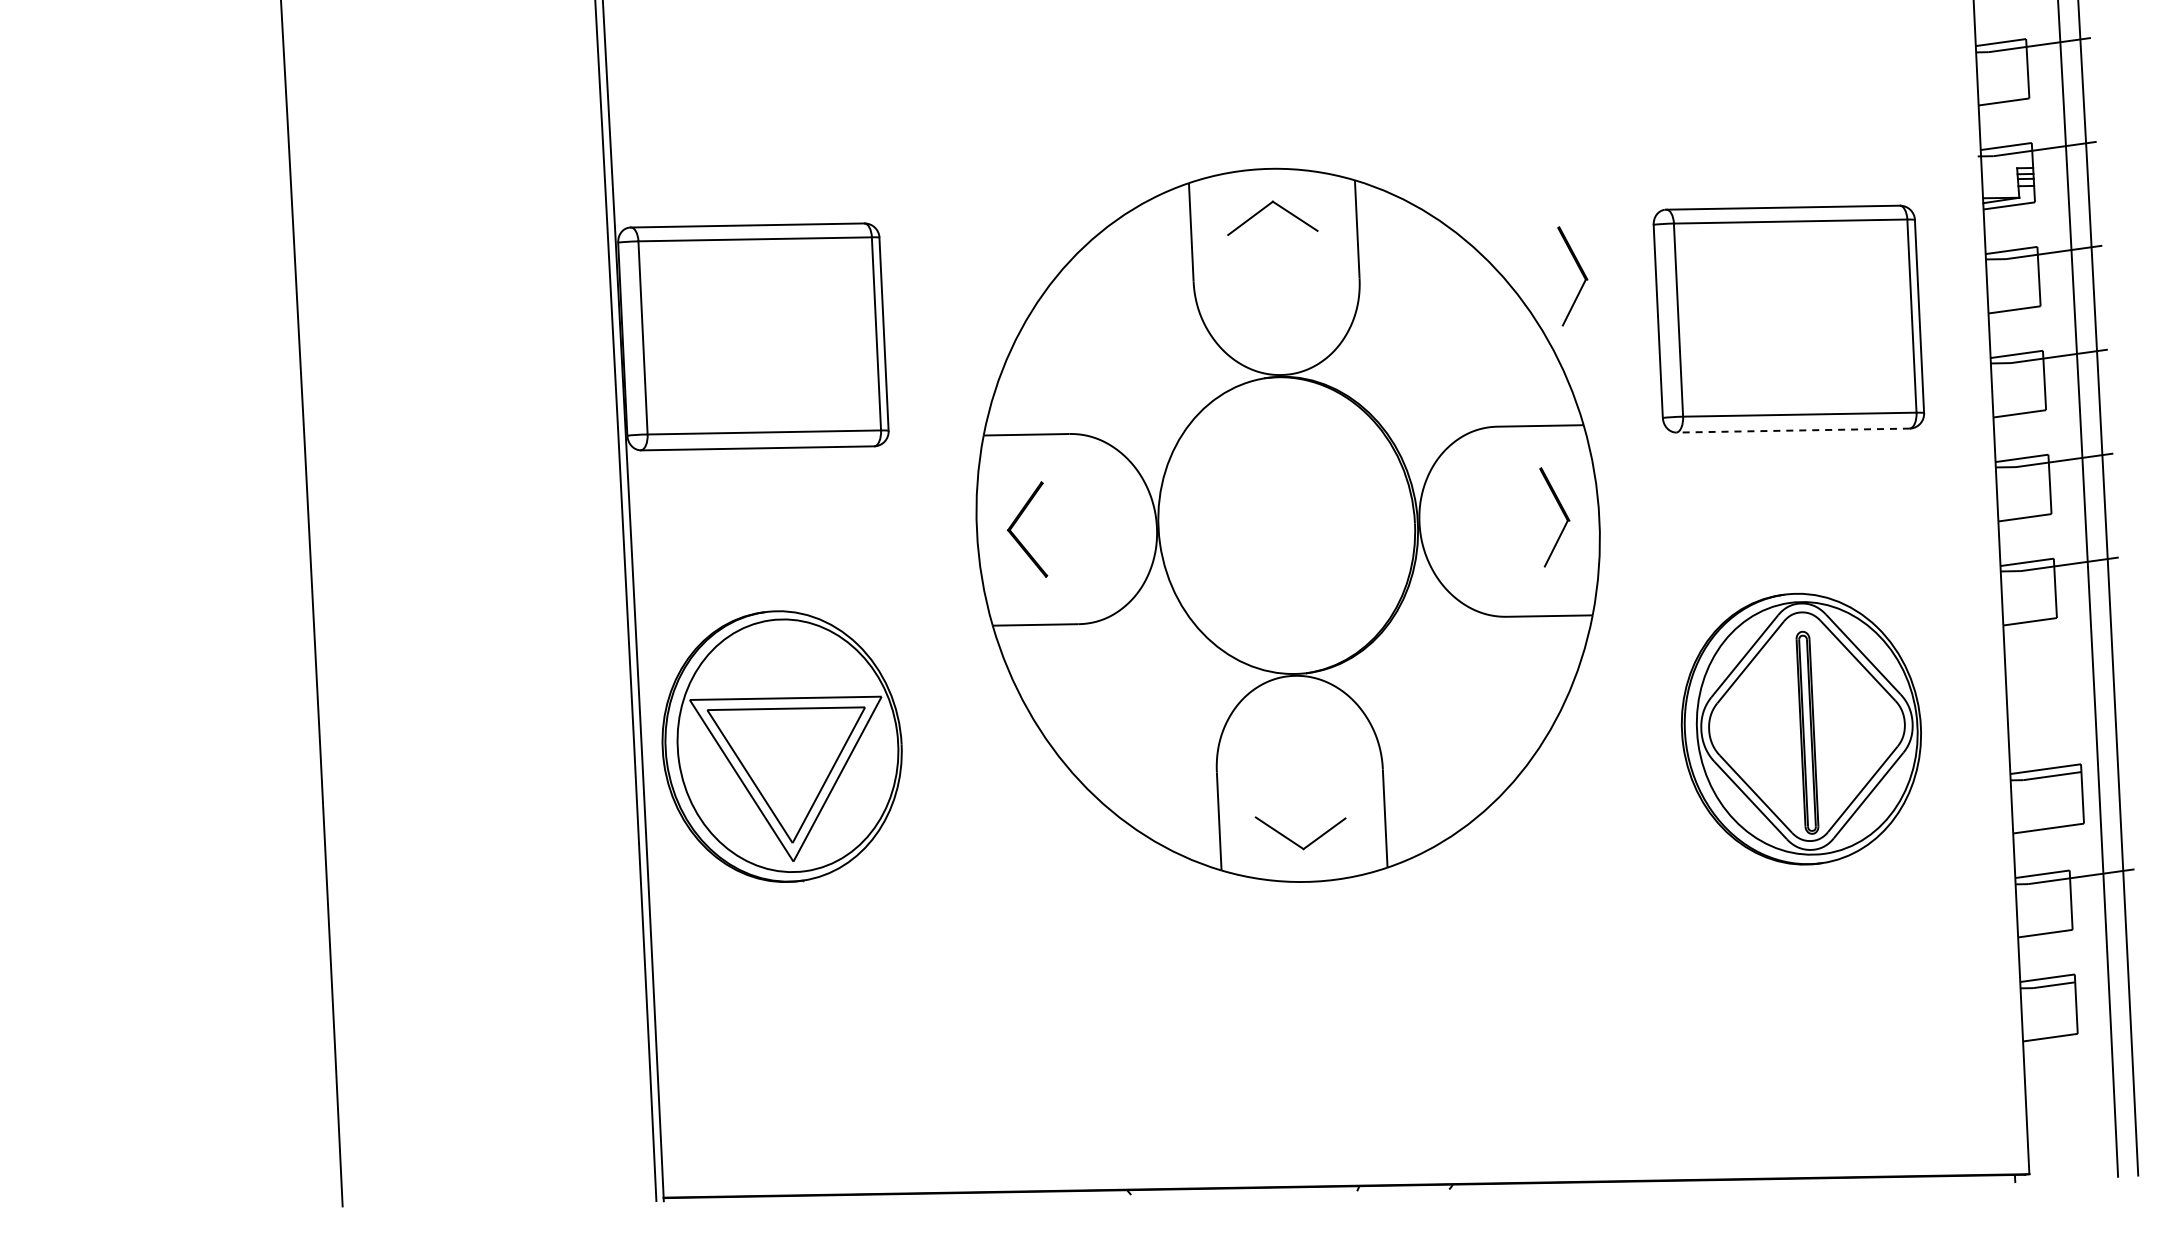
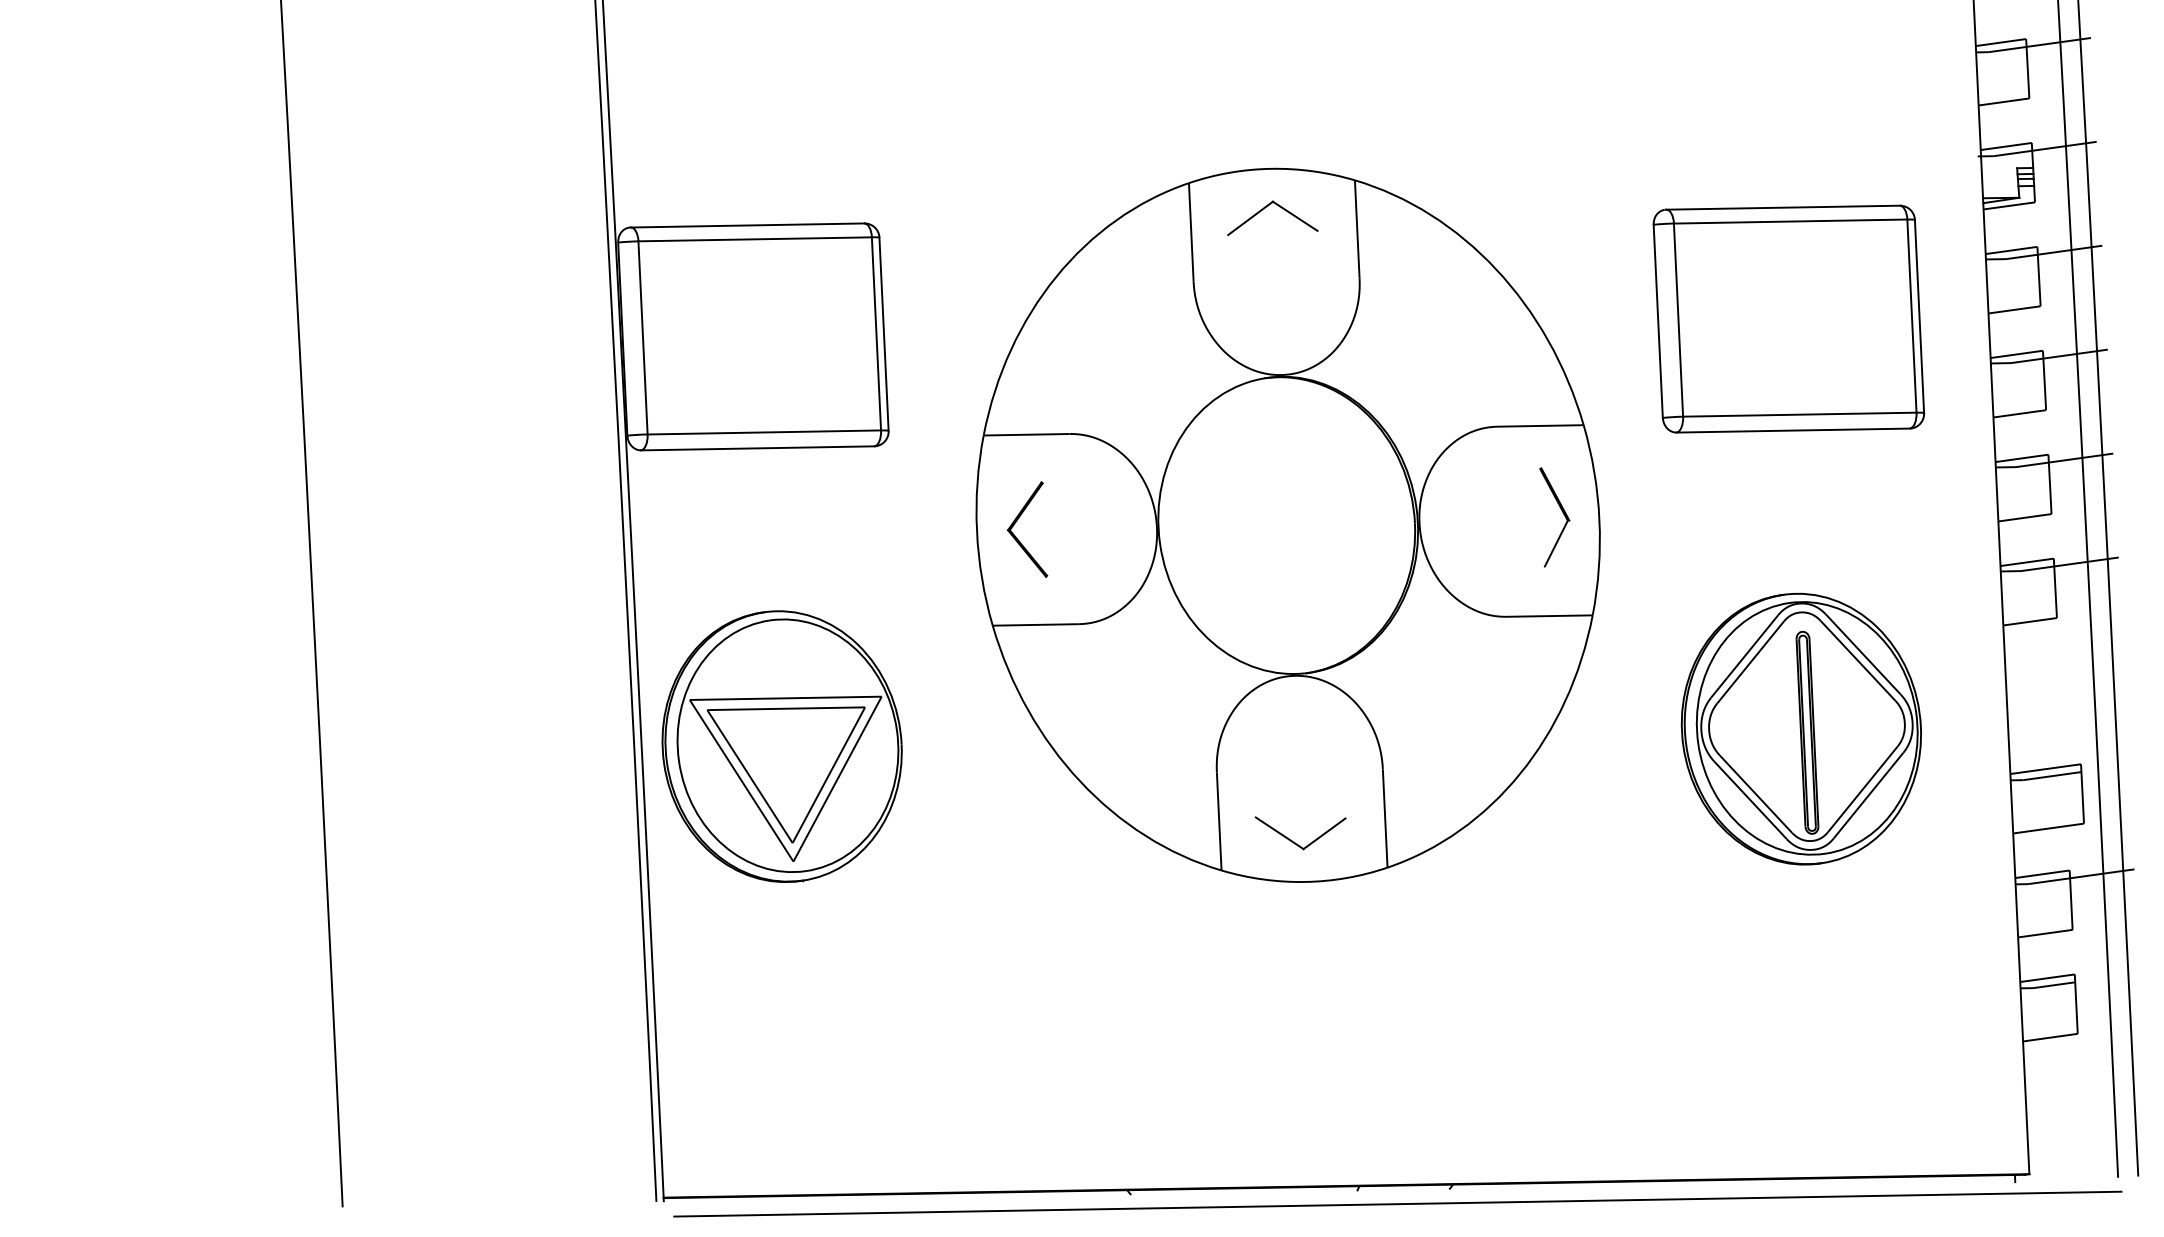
part at (1579, 270): present -> none
line at (1793, 430): dashed -> solid
line at (1397, 1203): none -> present
